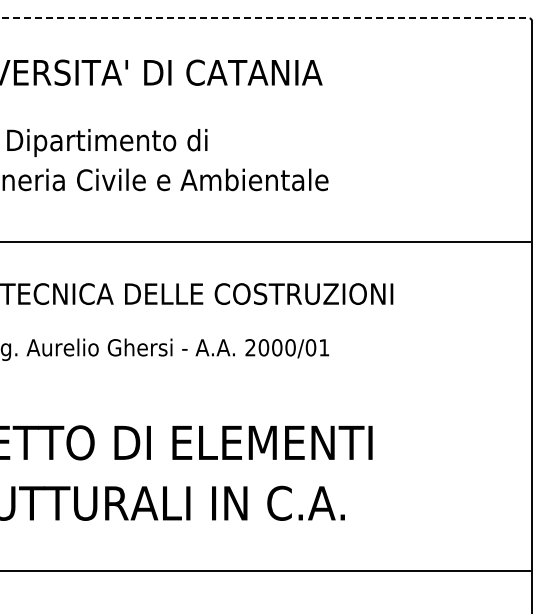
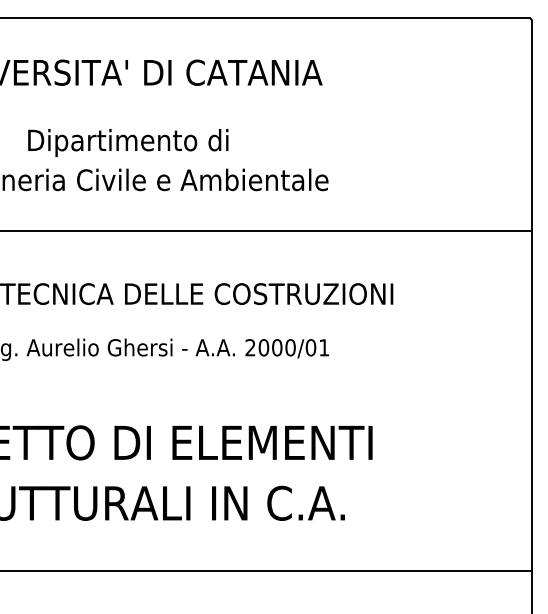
line at (265, 18): dashed -> solid
text at (107, 143) position: (107, 143) -> (128, 143)
line at (265, 241) position: (265, 241) -> (265, 230)
